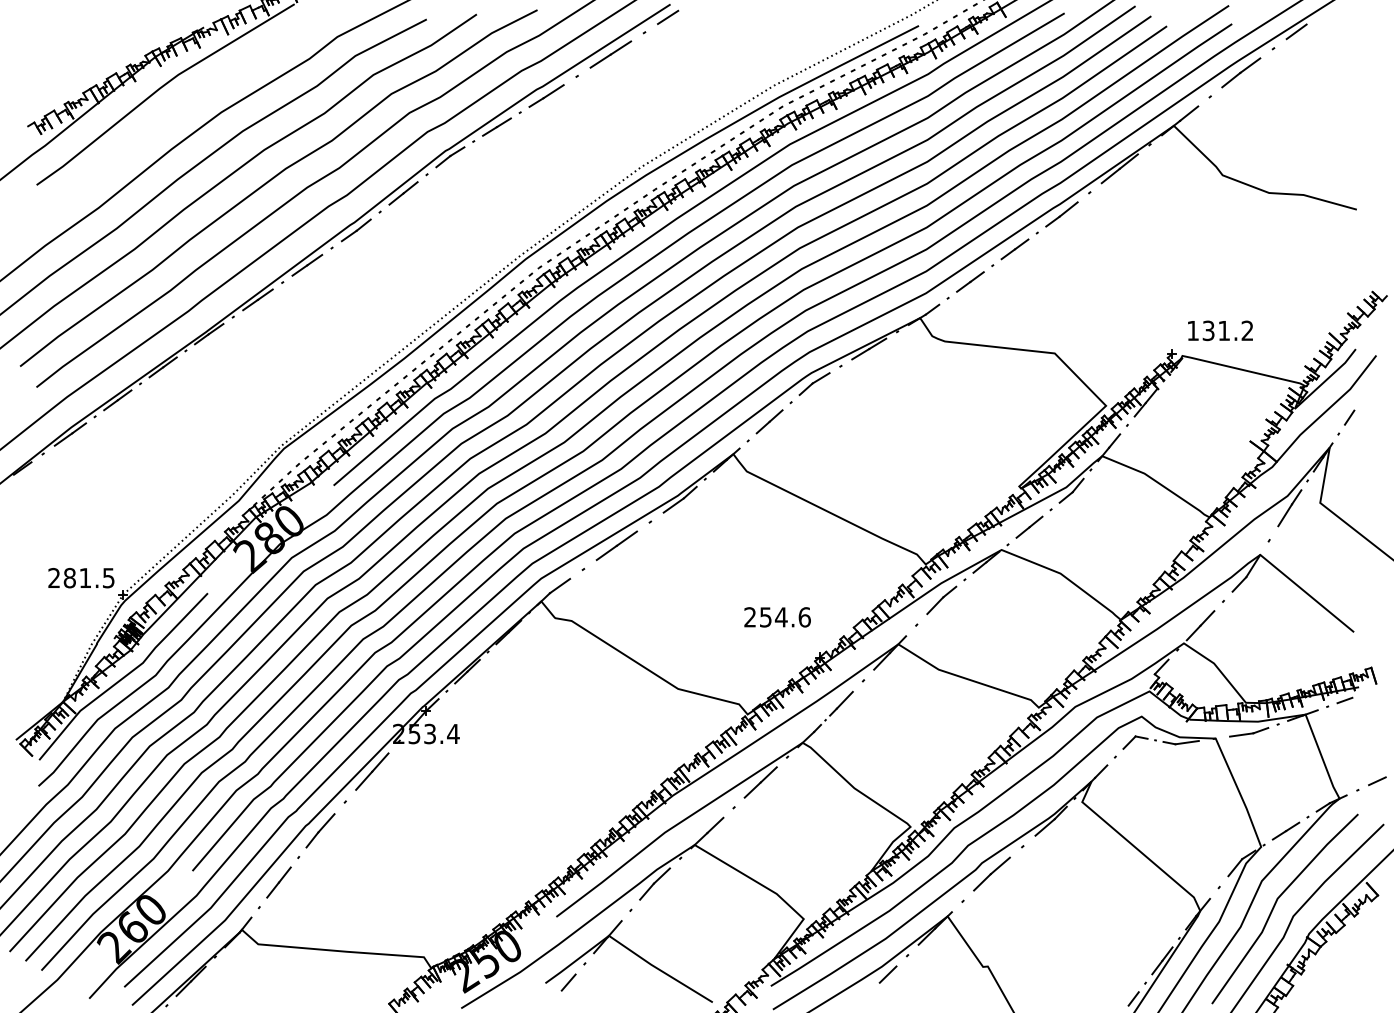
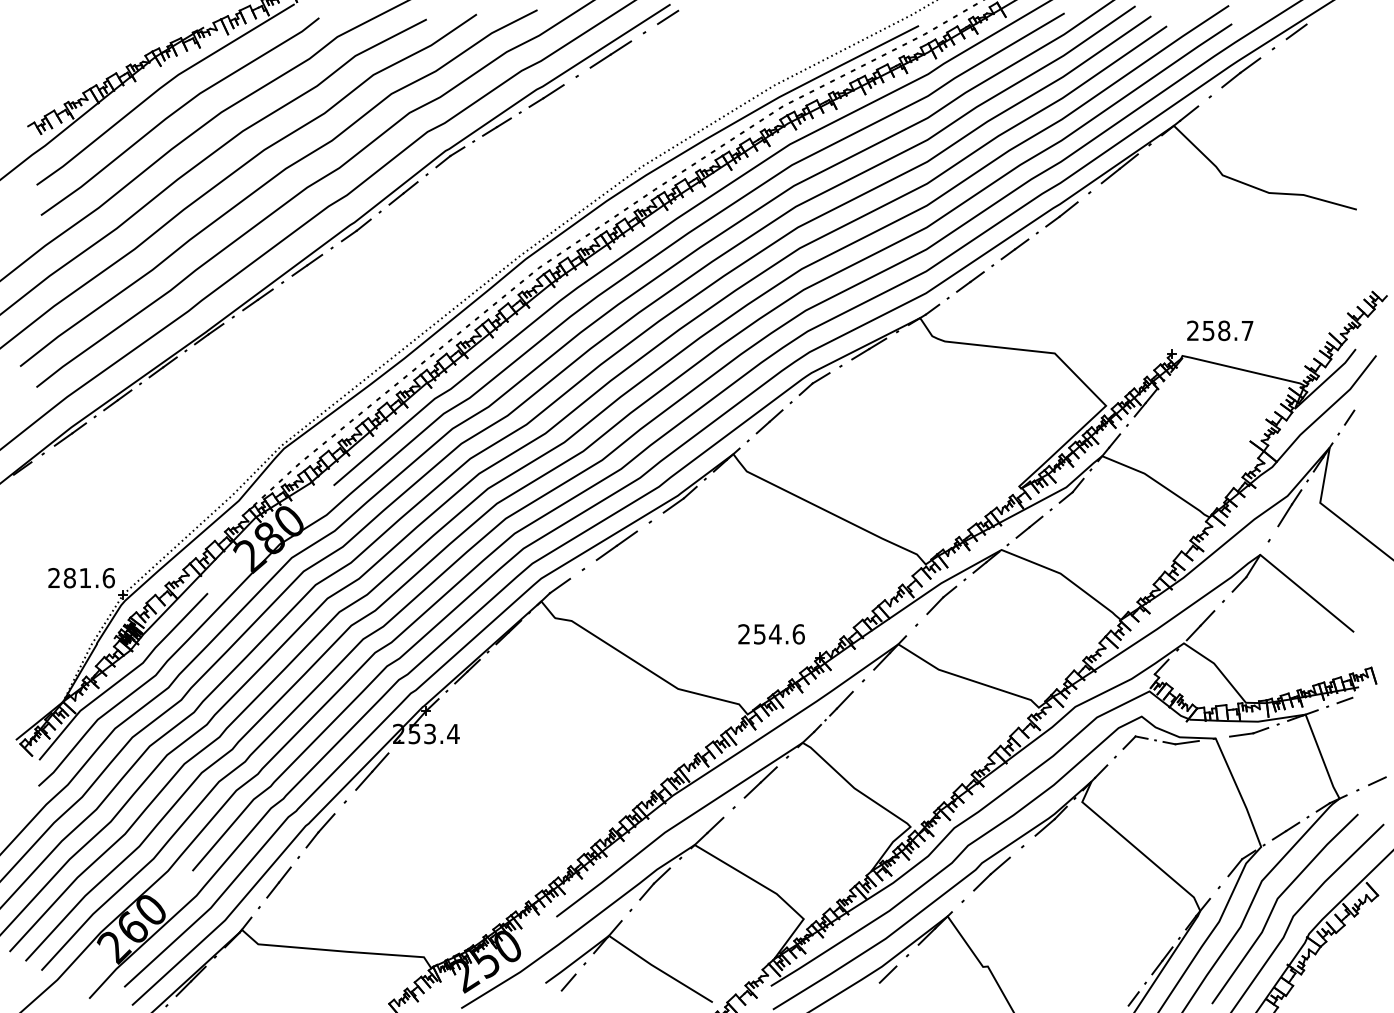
curve at (176, 112): none -> present
text at (1220, 330): 131.2 -> 258.7
text at (108, 577): 281.5 -> 281.6
text at (777, 617) position: (777, 617) -> (771, 634)
